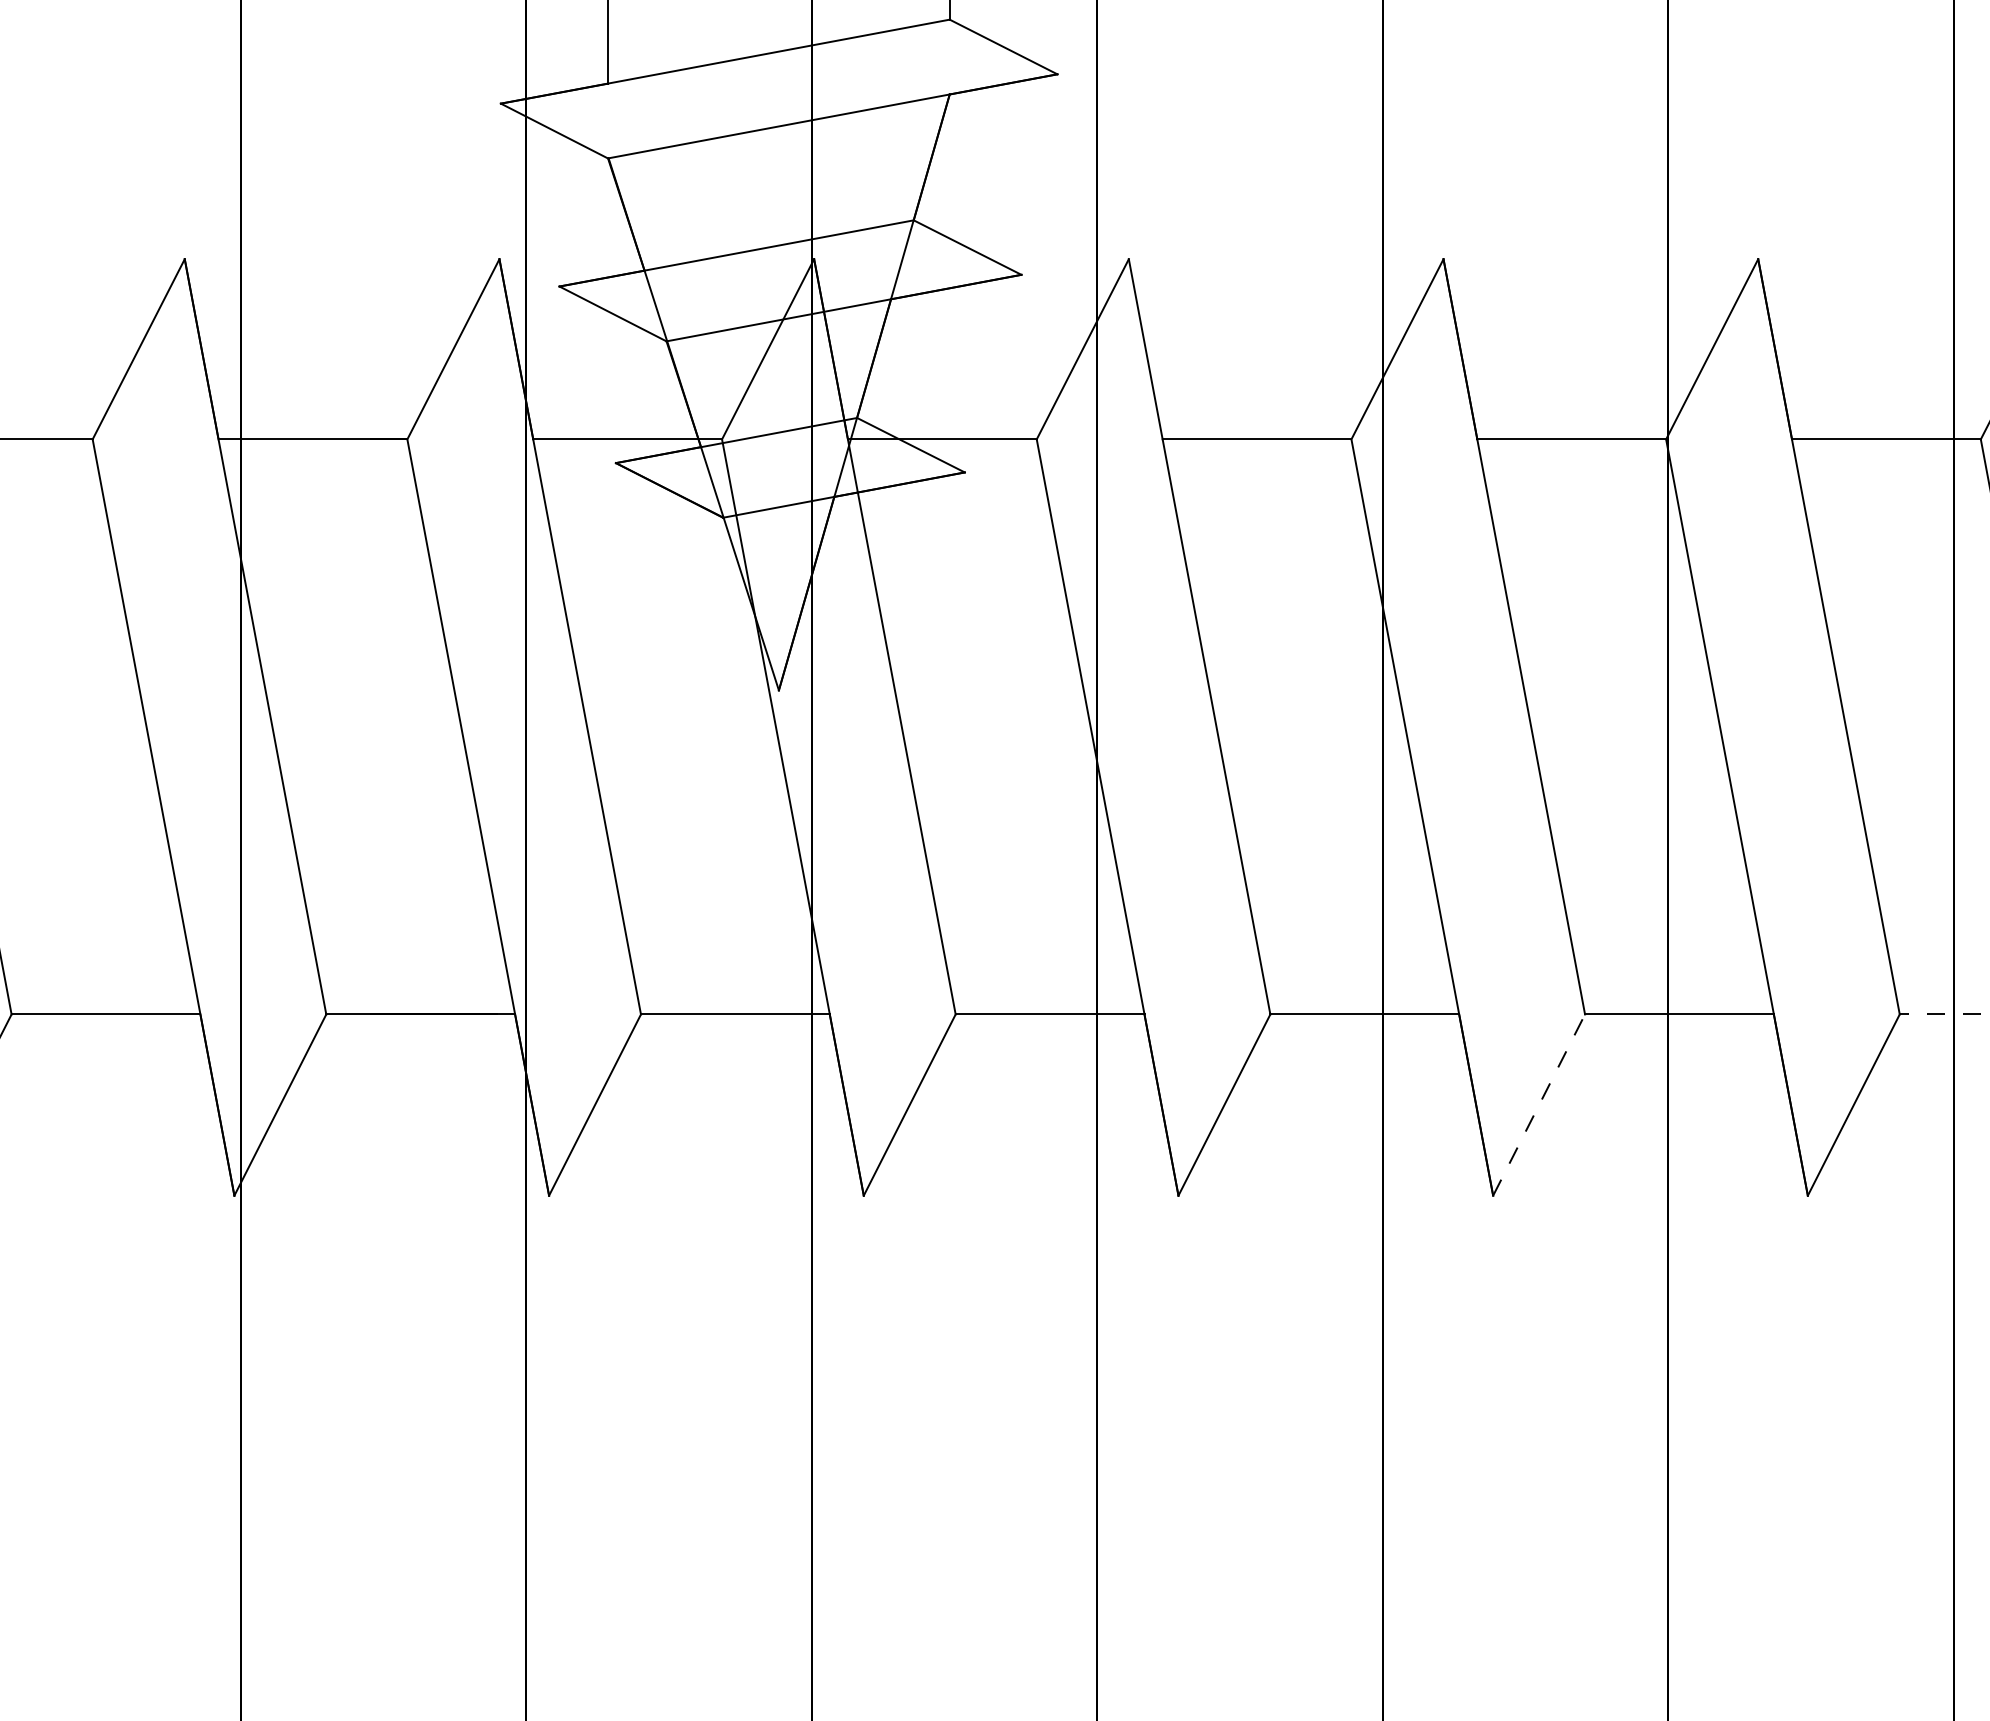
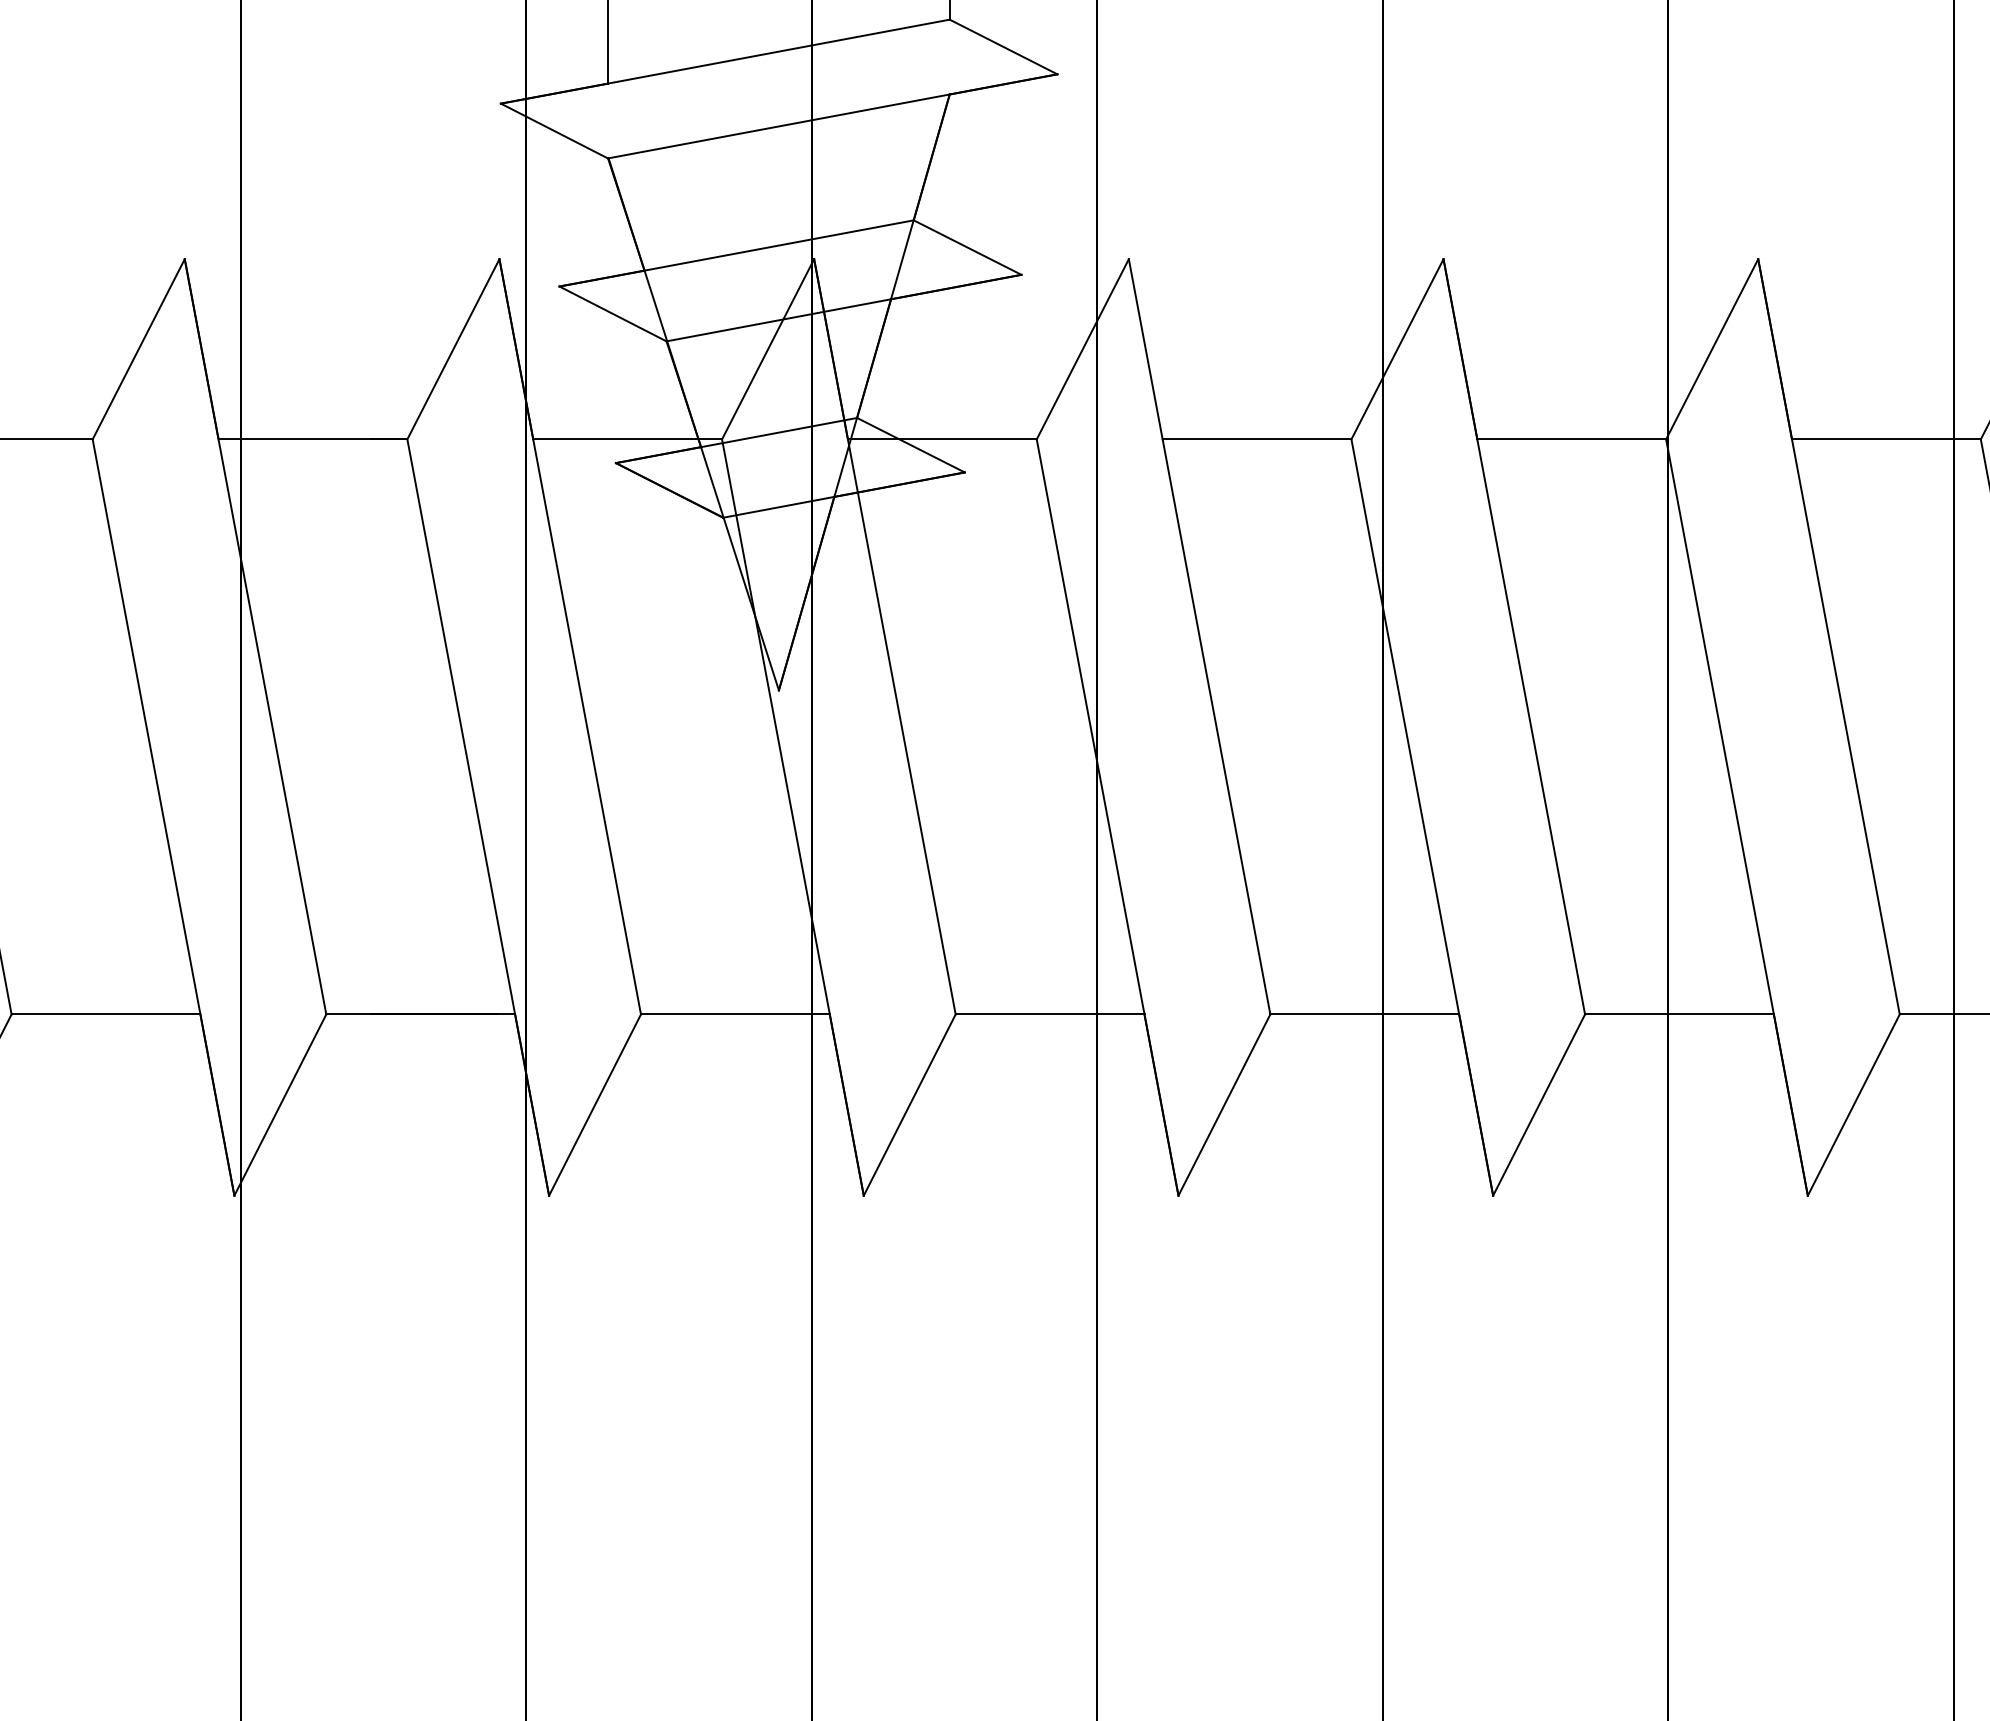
line at (1944, 1014): dashed -> solid
line at (1539, 1105): dashed -> solid
